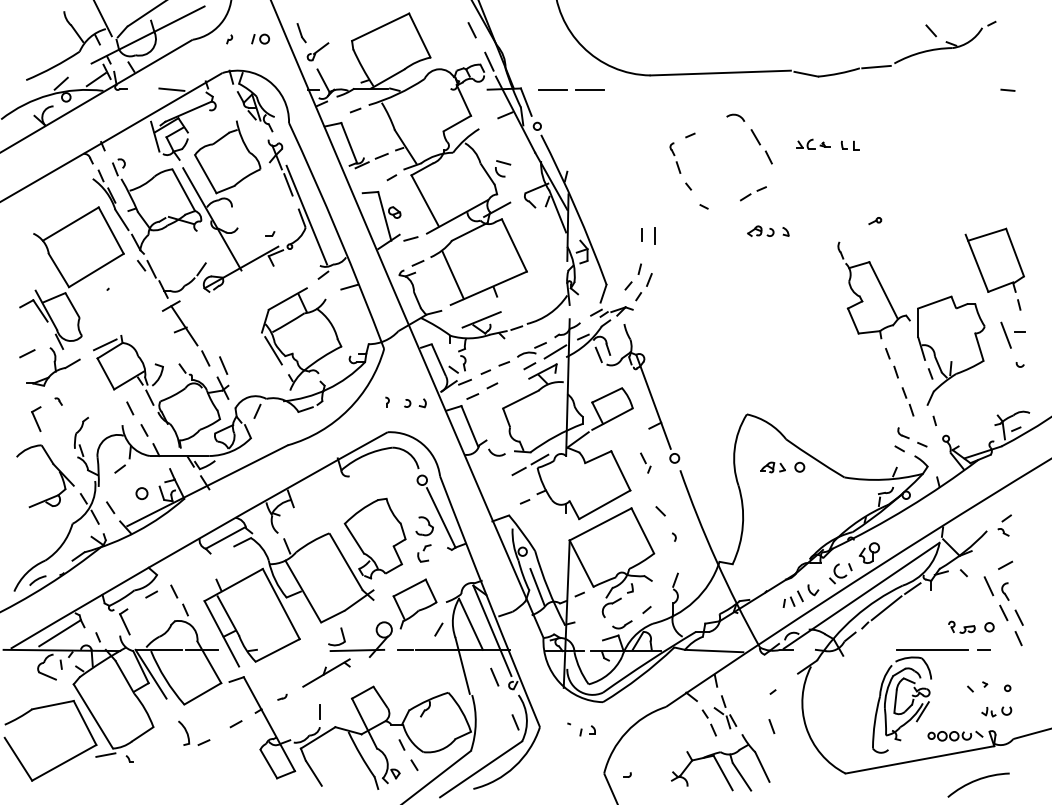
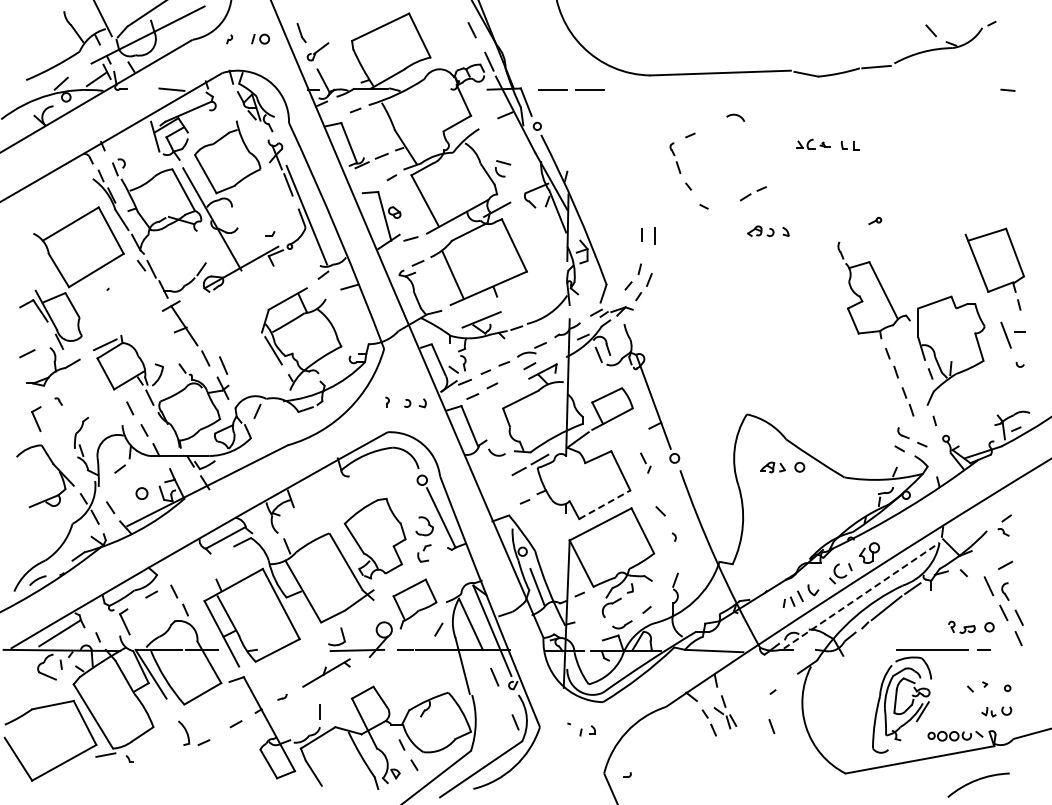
part at (761, 146): present -> none
line at (555, 351): present -> none
line at (605, 504): solid -> dashed
line at (862, 595): solid -> dashed
part at (720, 762): present -> none
